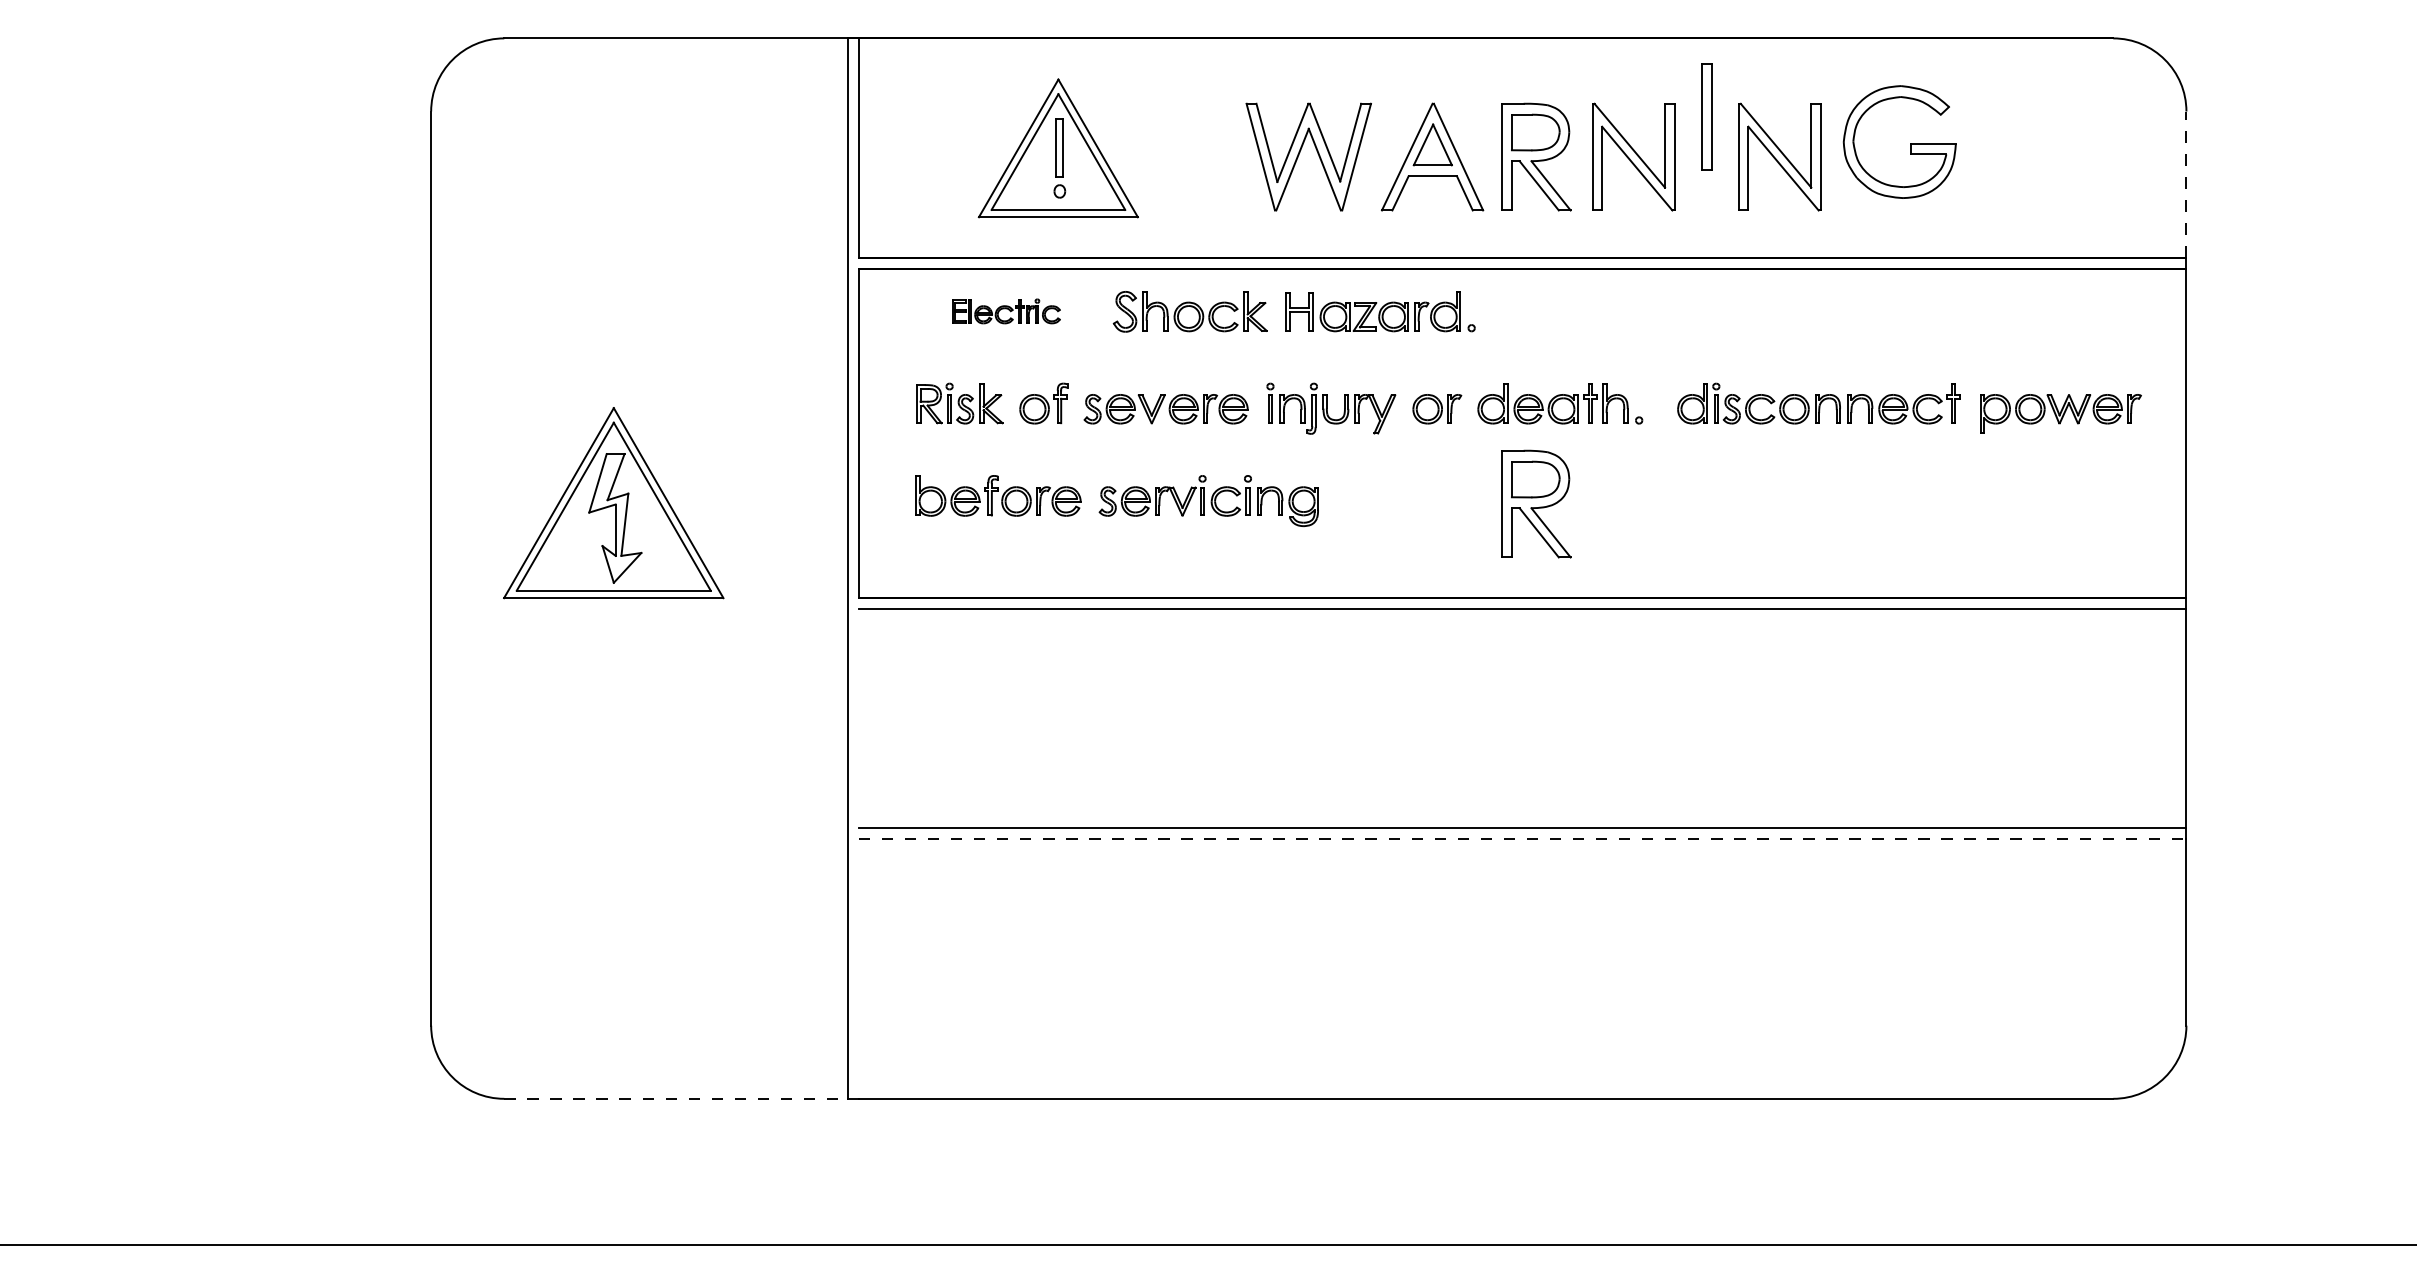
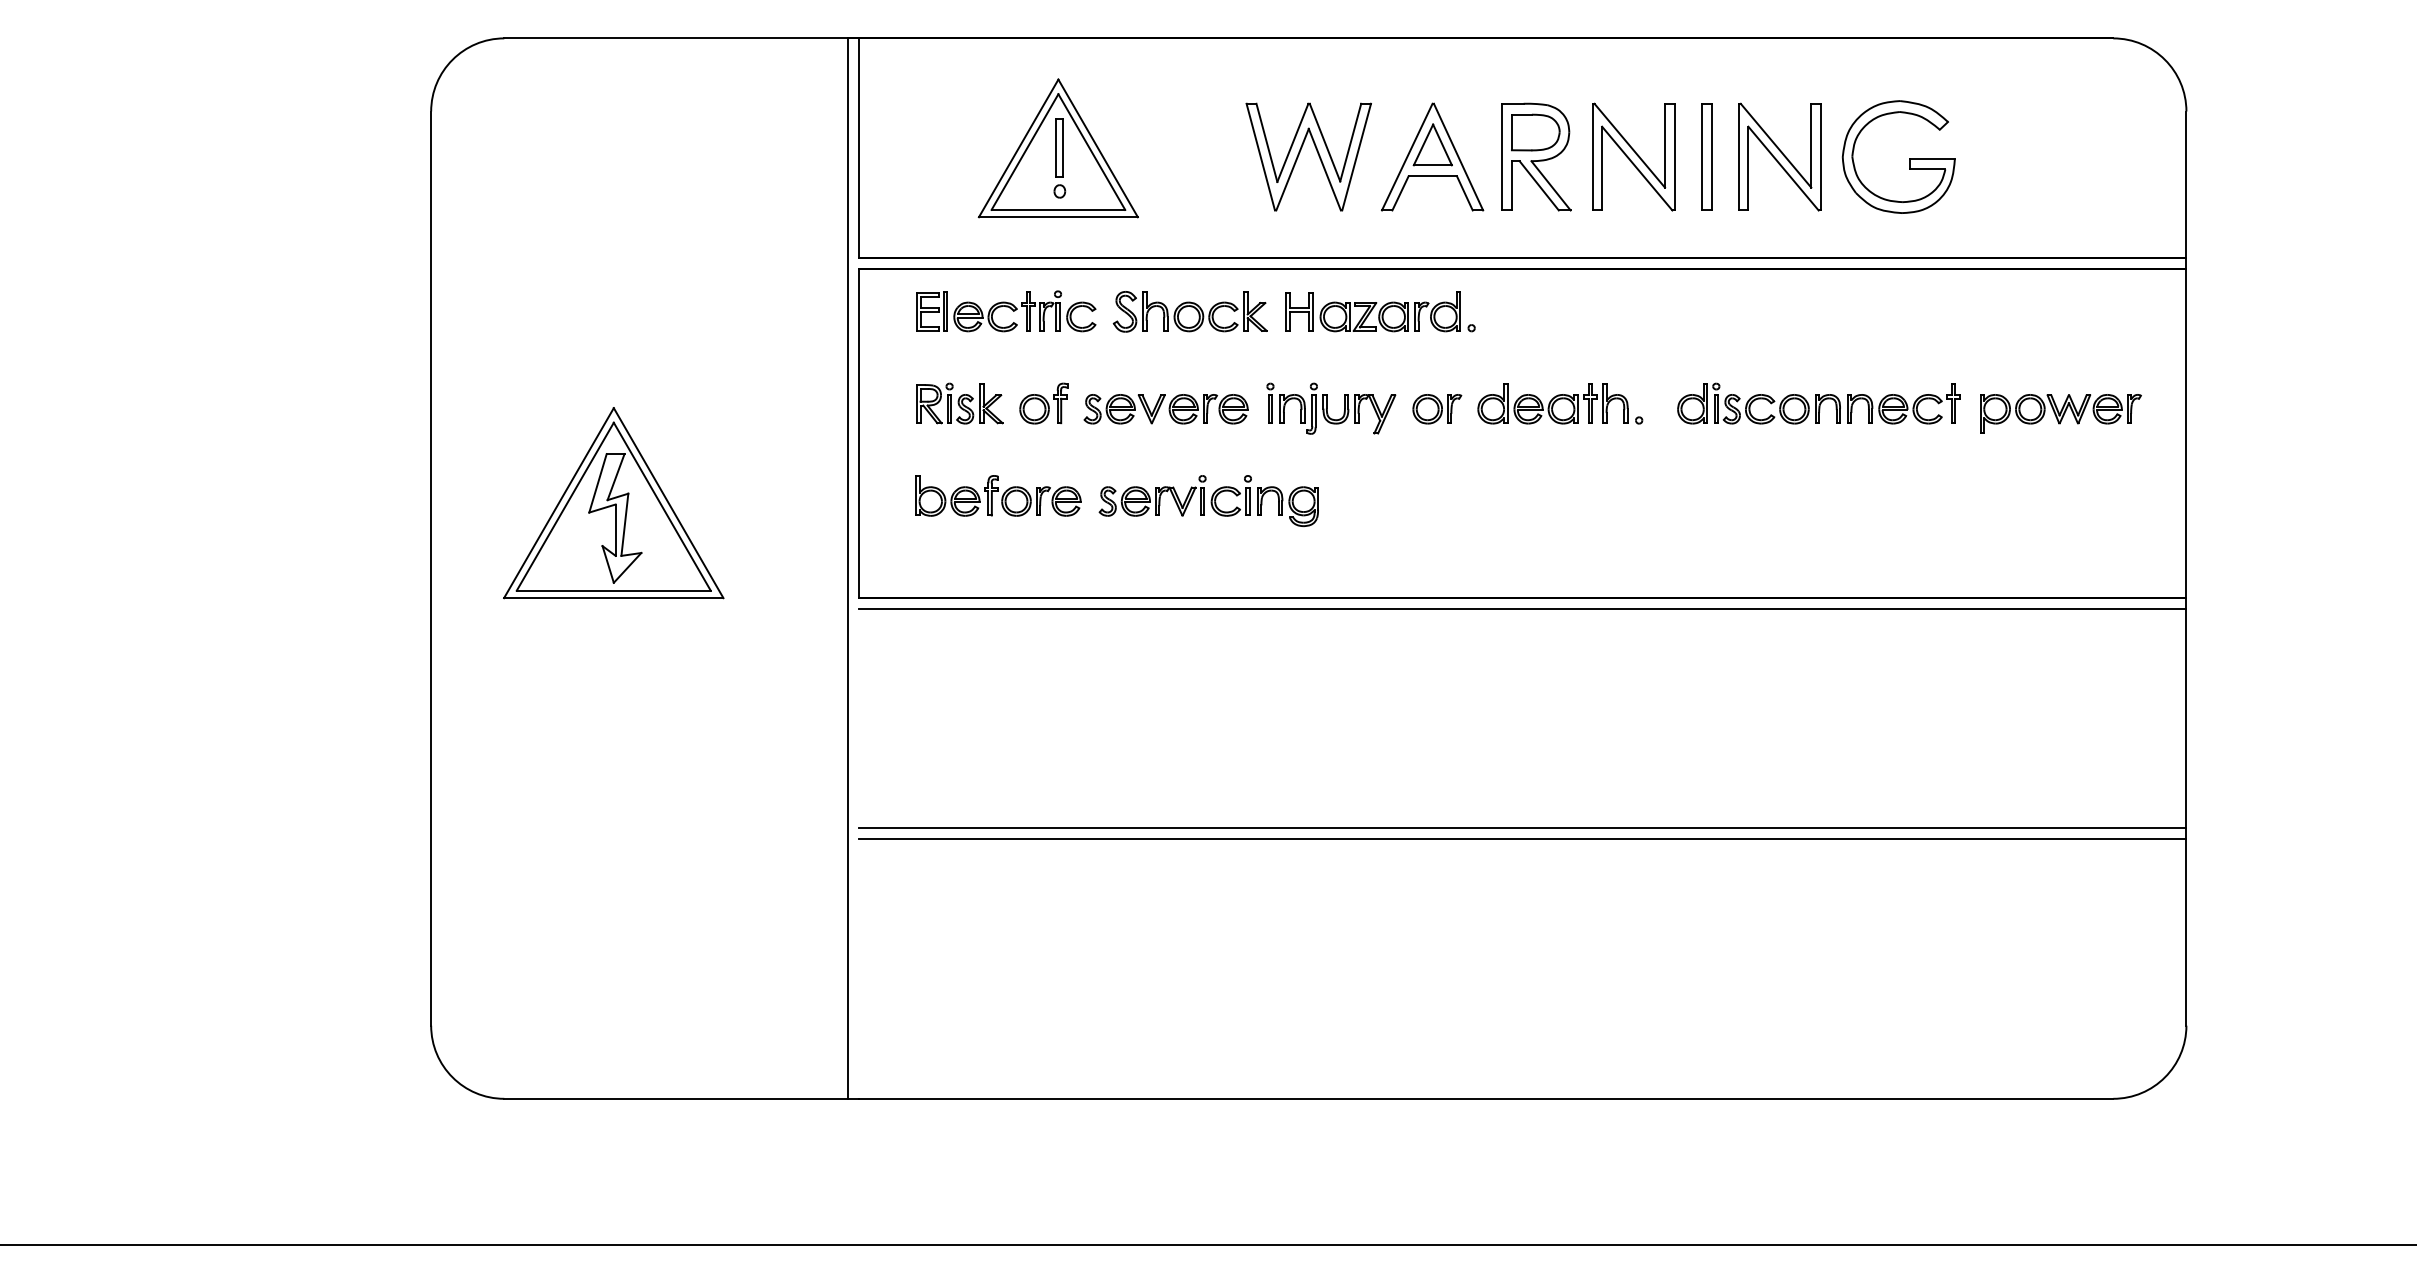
part at (1706, 116) position: (1706, 116) -> (1706, 156)
part at (1910, 143) position: (1910, 143) -> (1909, 158)
line at (2186, 184): dashed -> solid
part at (1006, 311) size: 109x27 px -> 181x43 px
part at (1536, 503): present -> none
line at (1522, 839): dashed -> solid
line at (676, 1098): dashed -> solid
